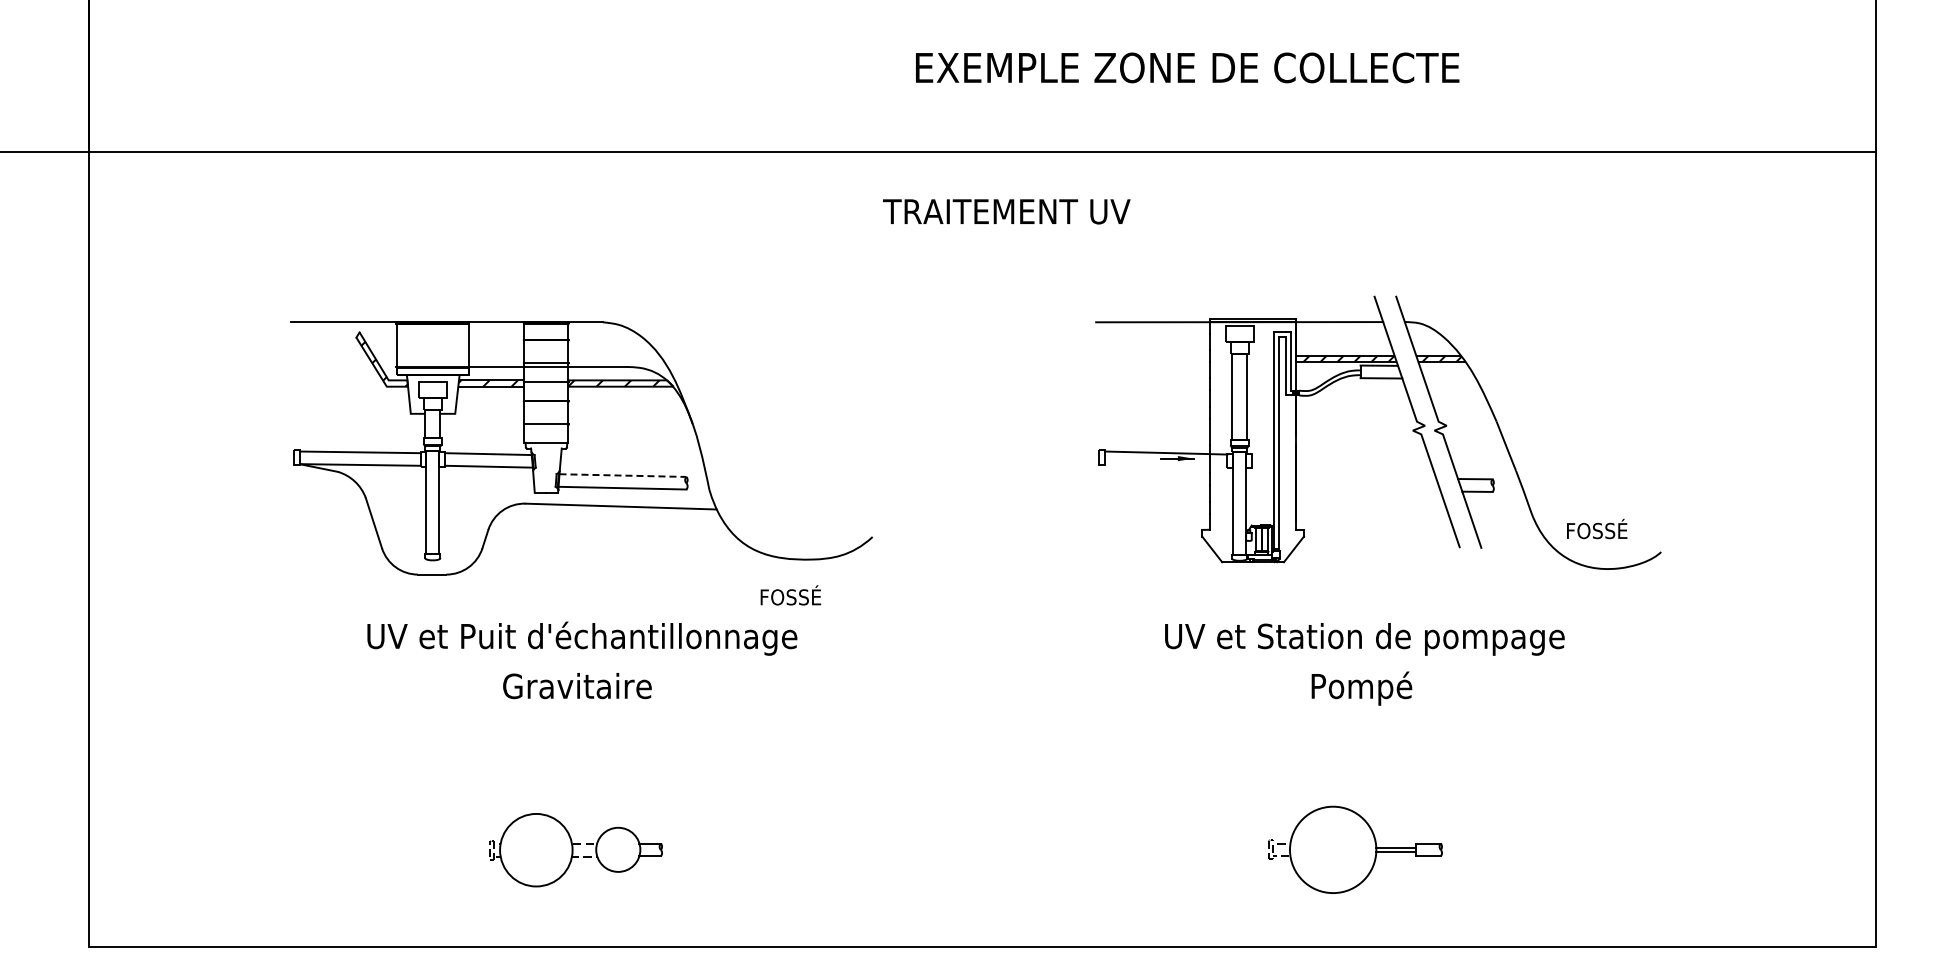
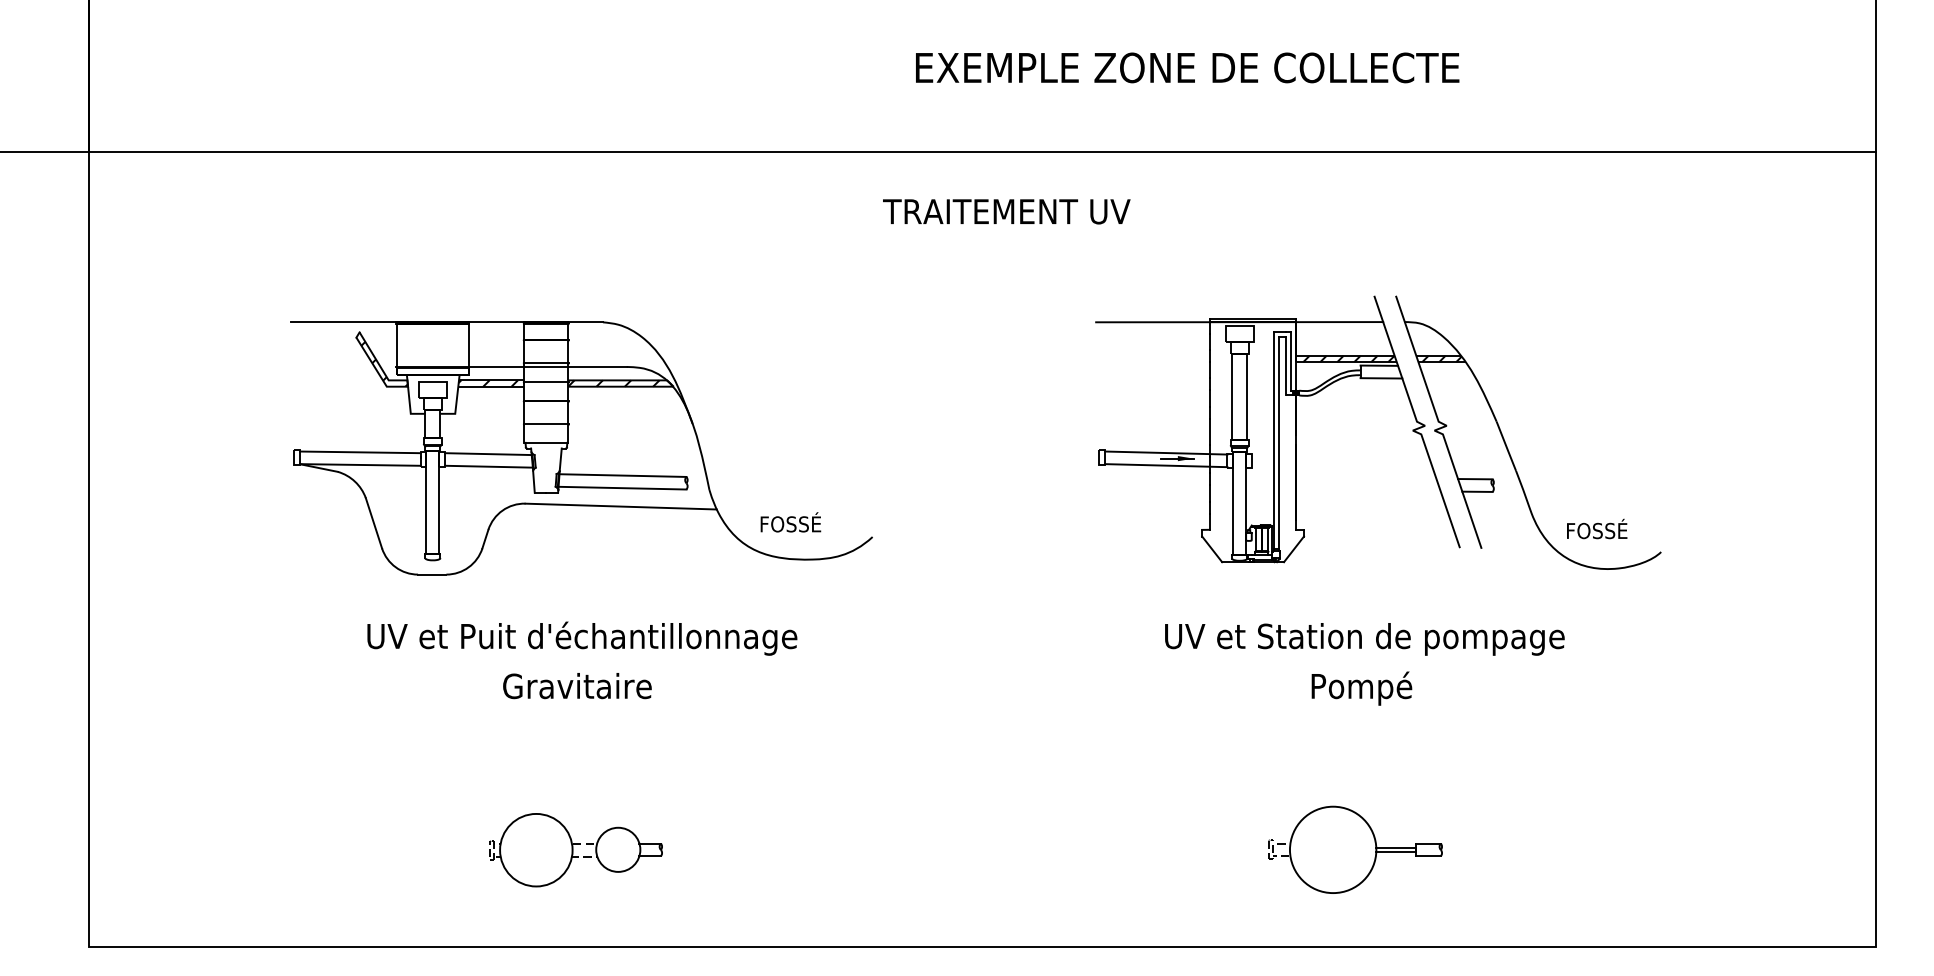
line at (1166, 465): none -> present
line at (623, 475): dashed -> solid
text at (790, 595) position: (790, 595) -> (790, 522)
